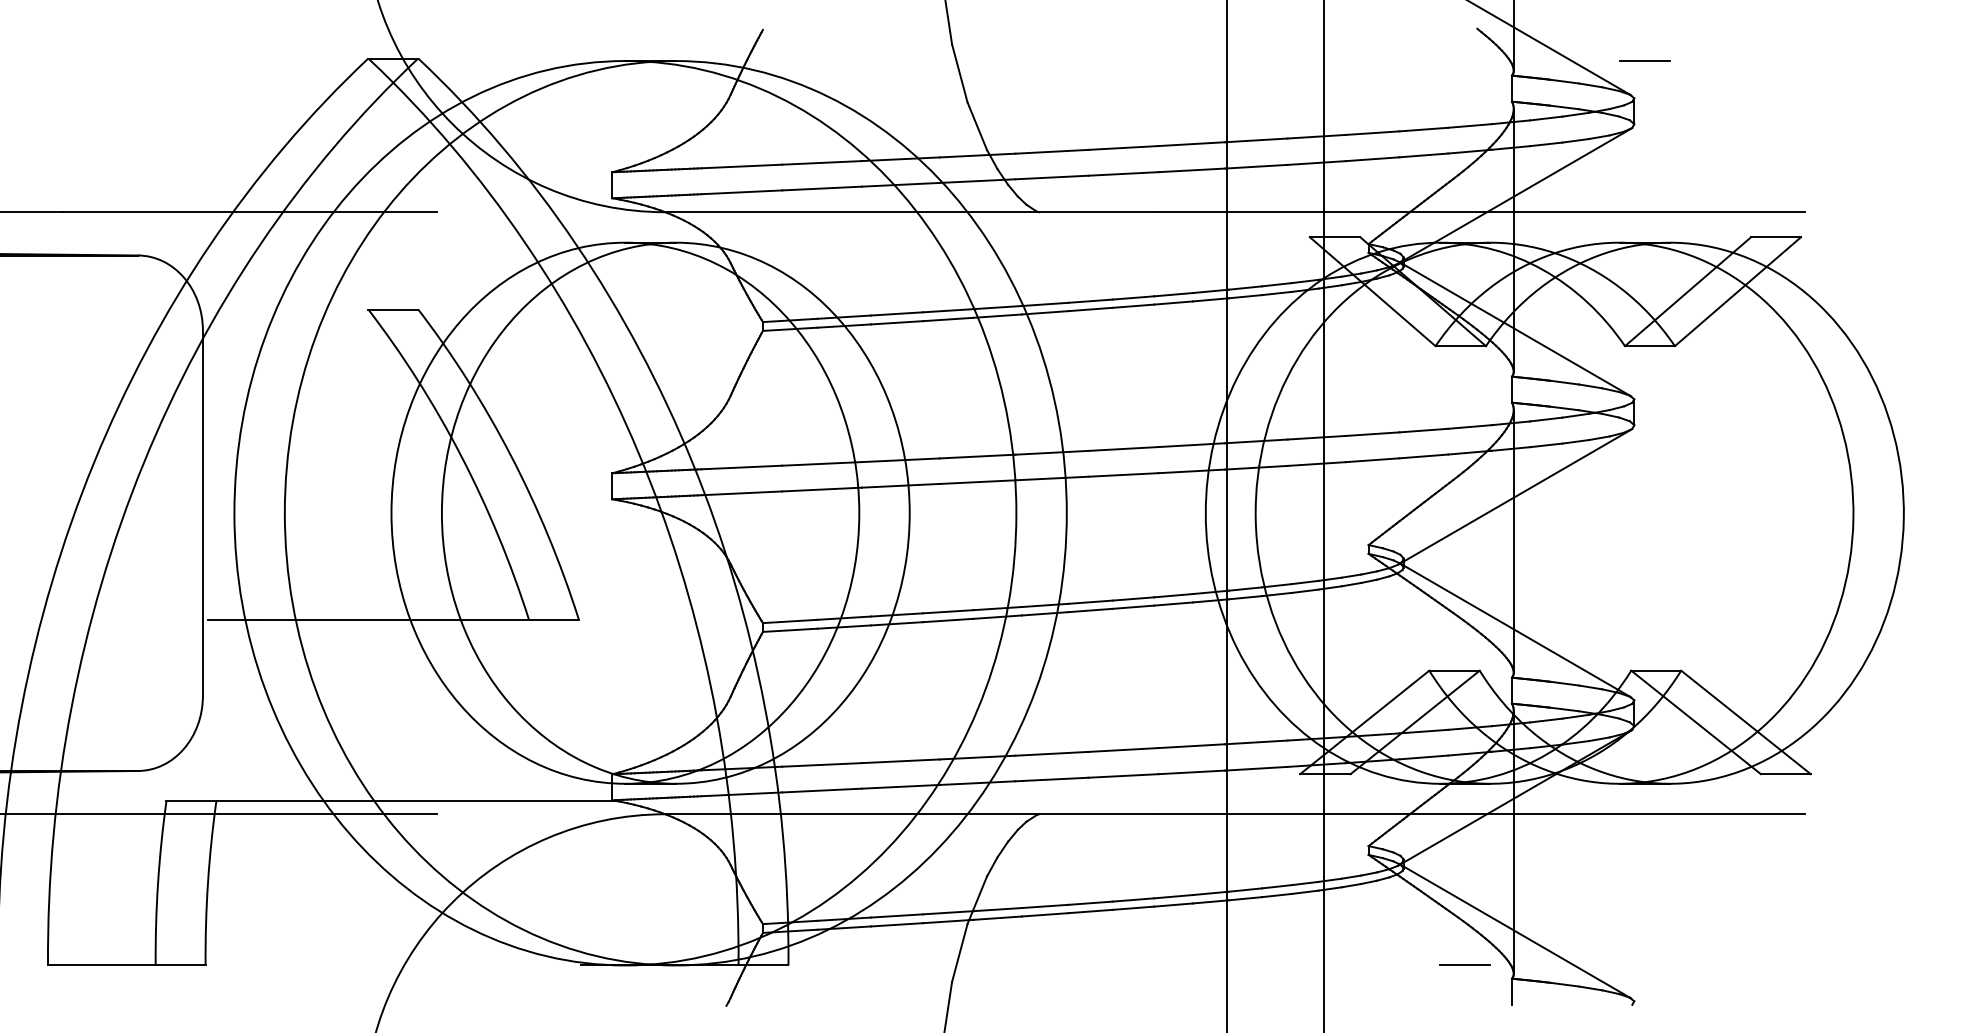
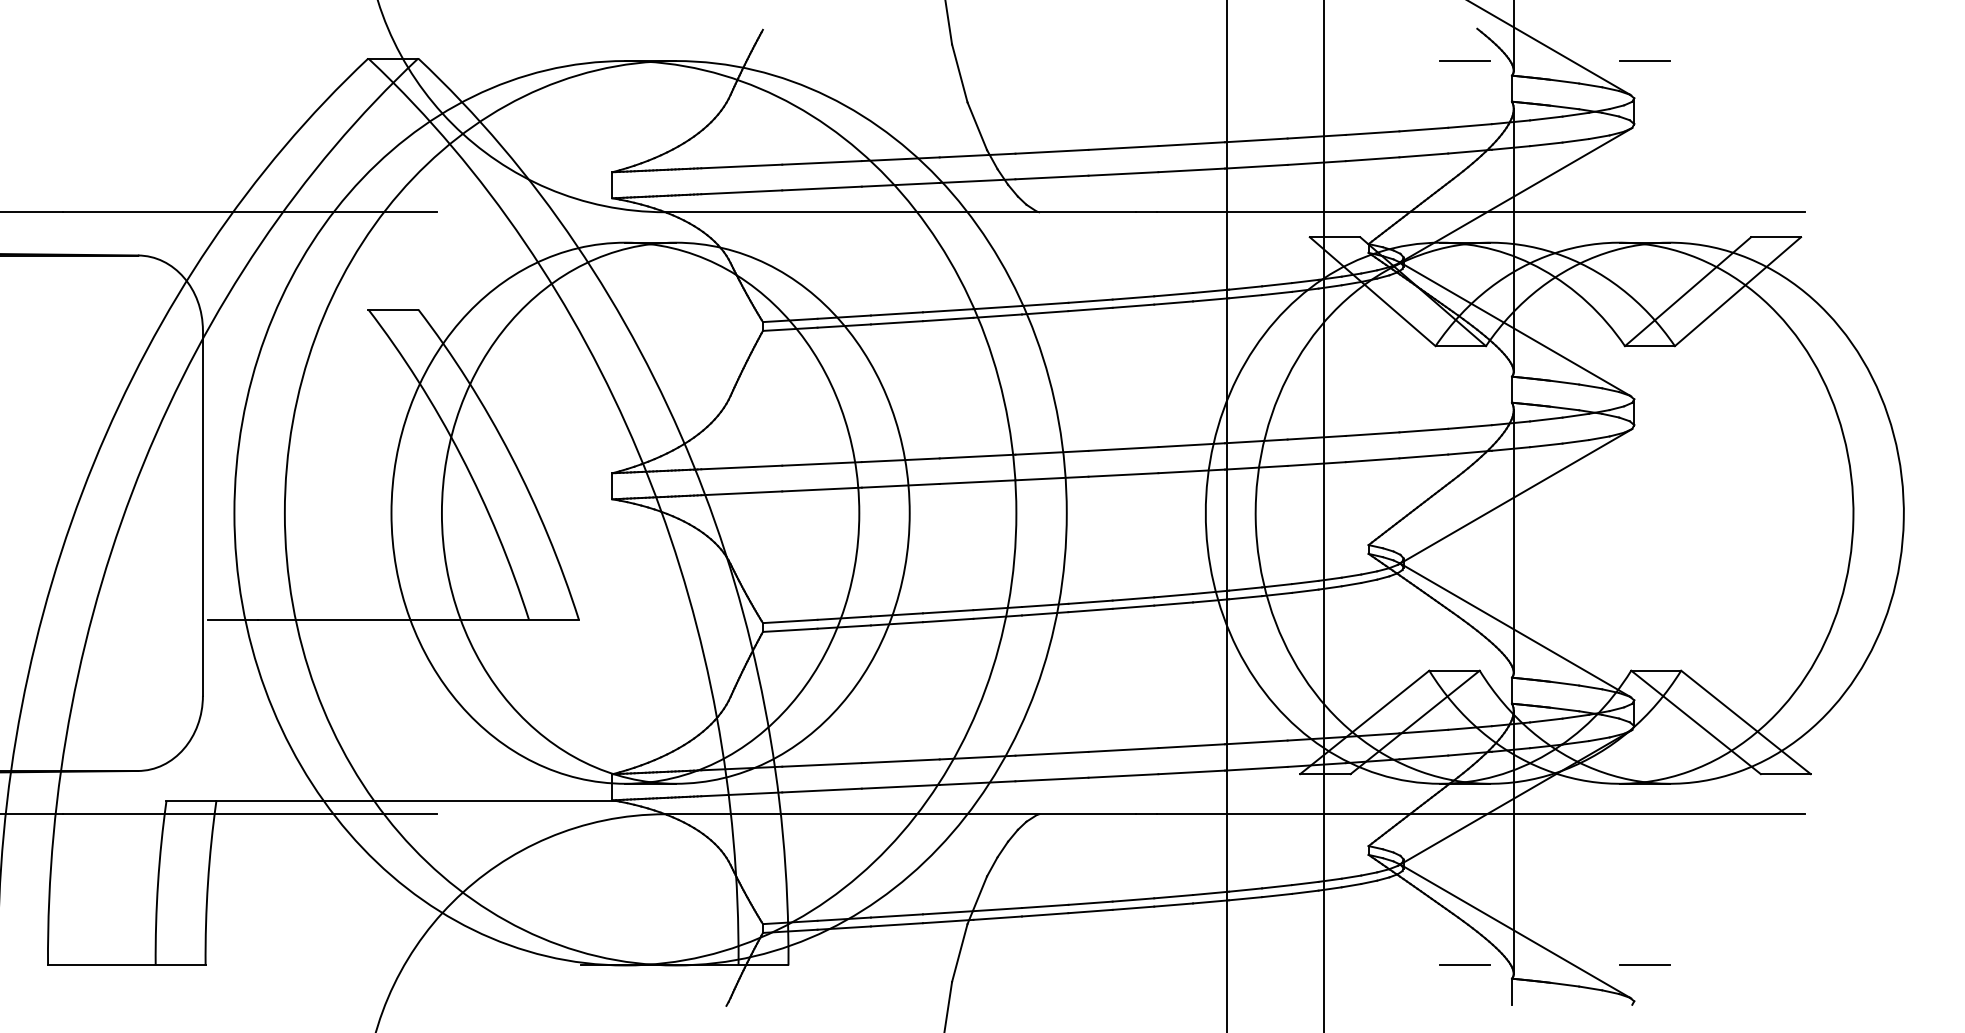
line at (1465, 61): none -> present
line at (1644, 964): none -> present
